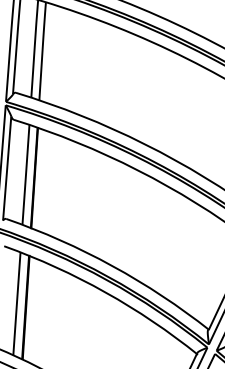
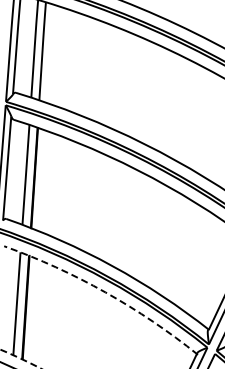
arc at (105, 292): solid -> dashed
arc at (21, 358): solid -> dashed
